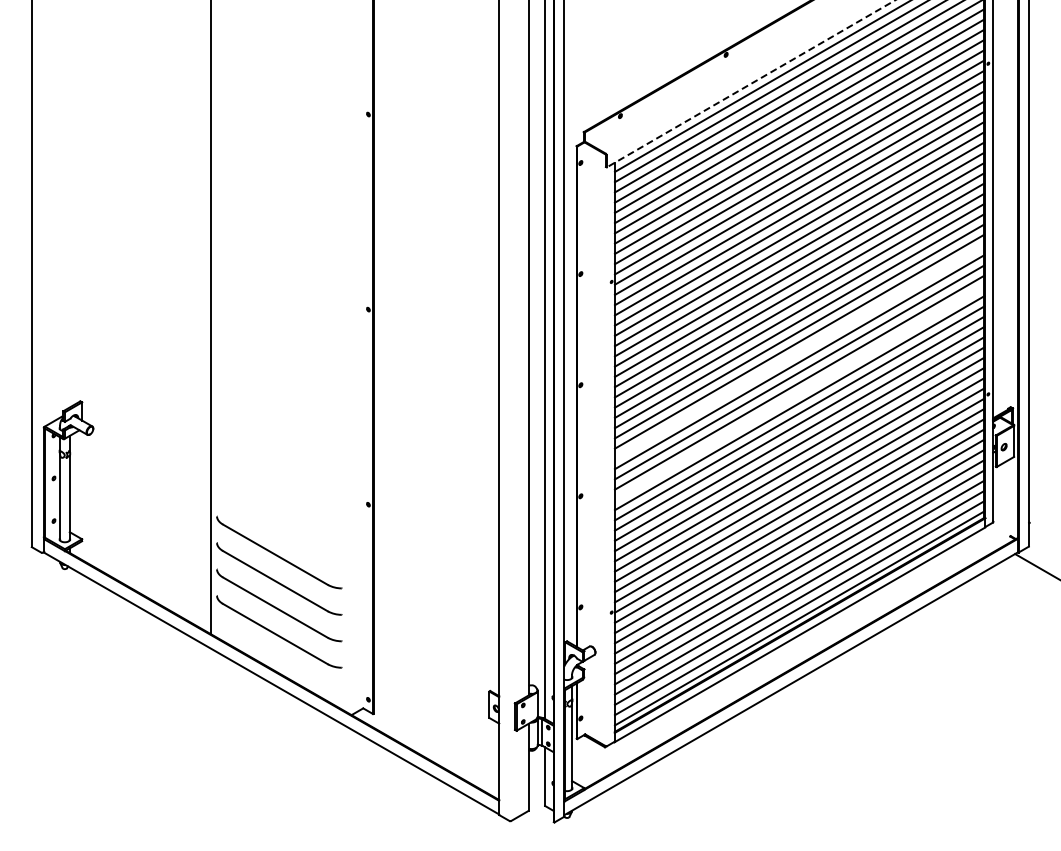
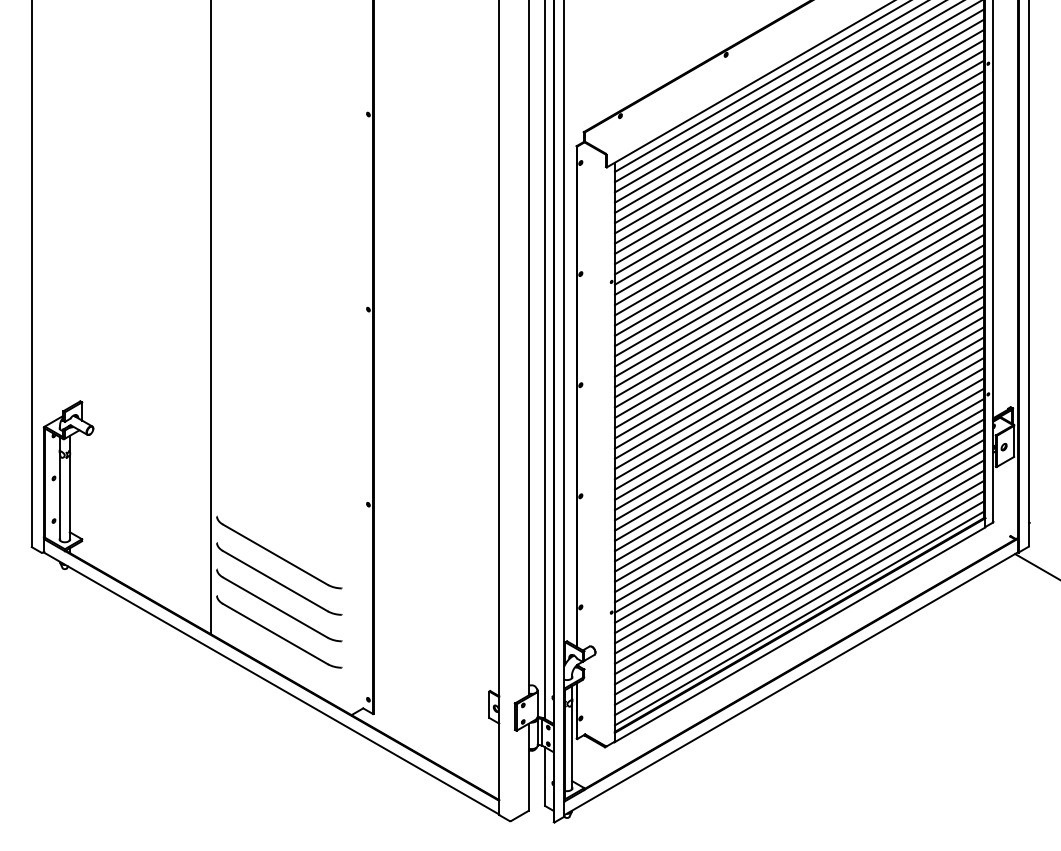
line at (751, 83): dashed -> solid
line at (799, 351): none -> present
line at (799, 392): none -> present
